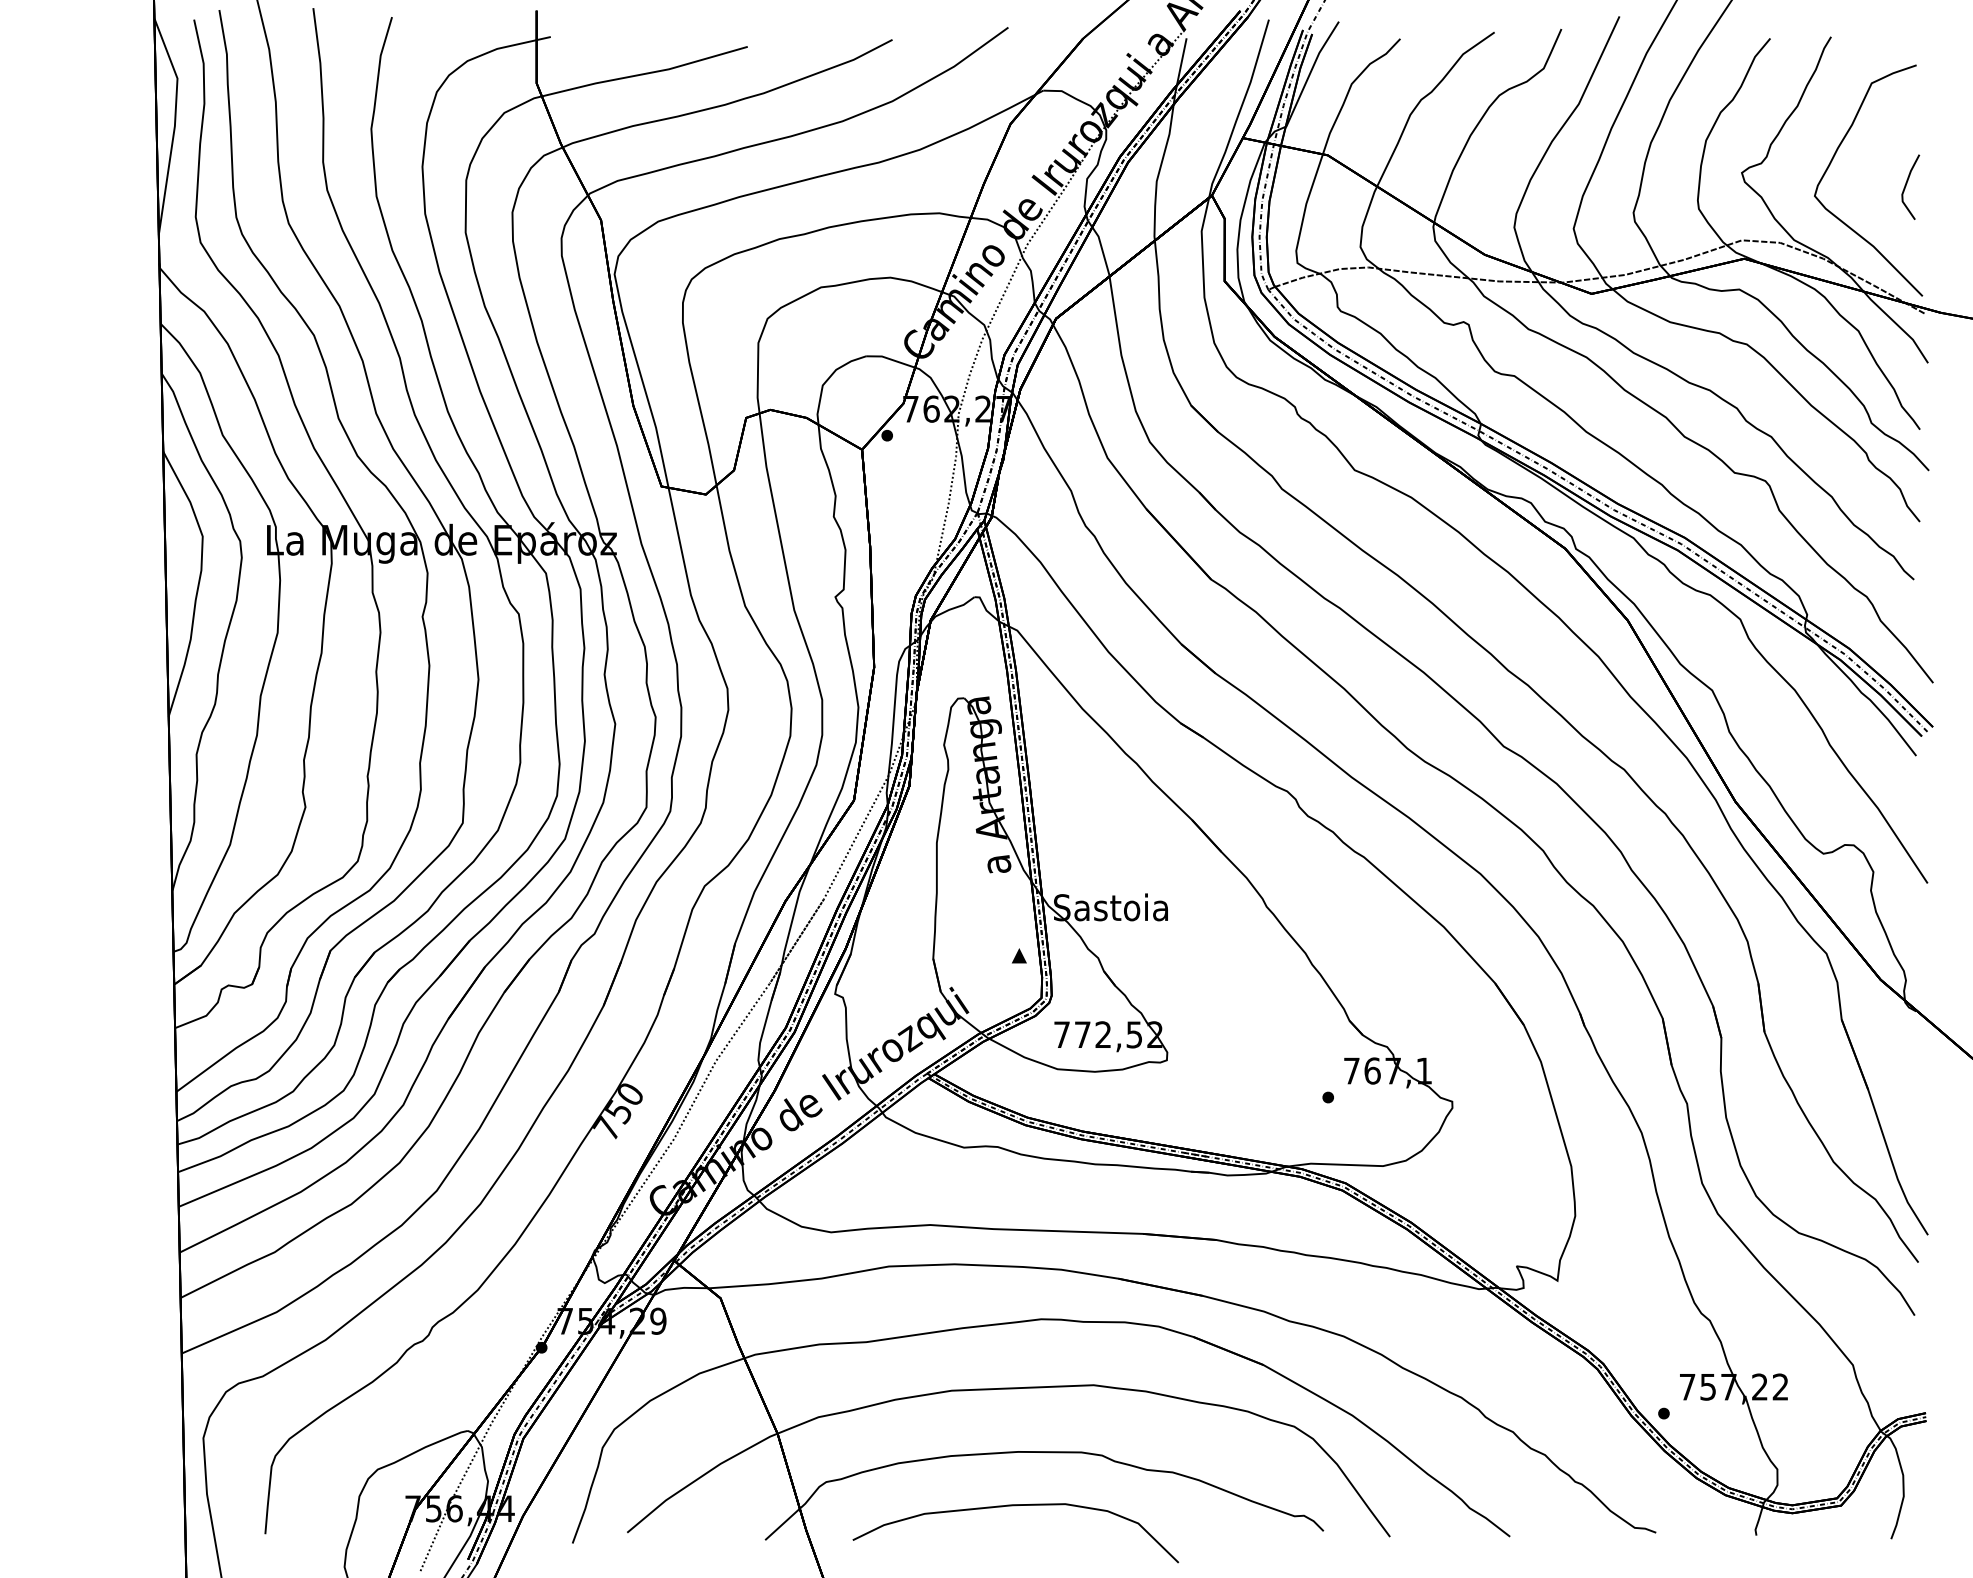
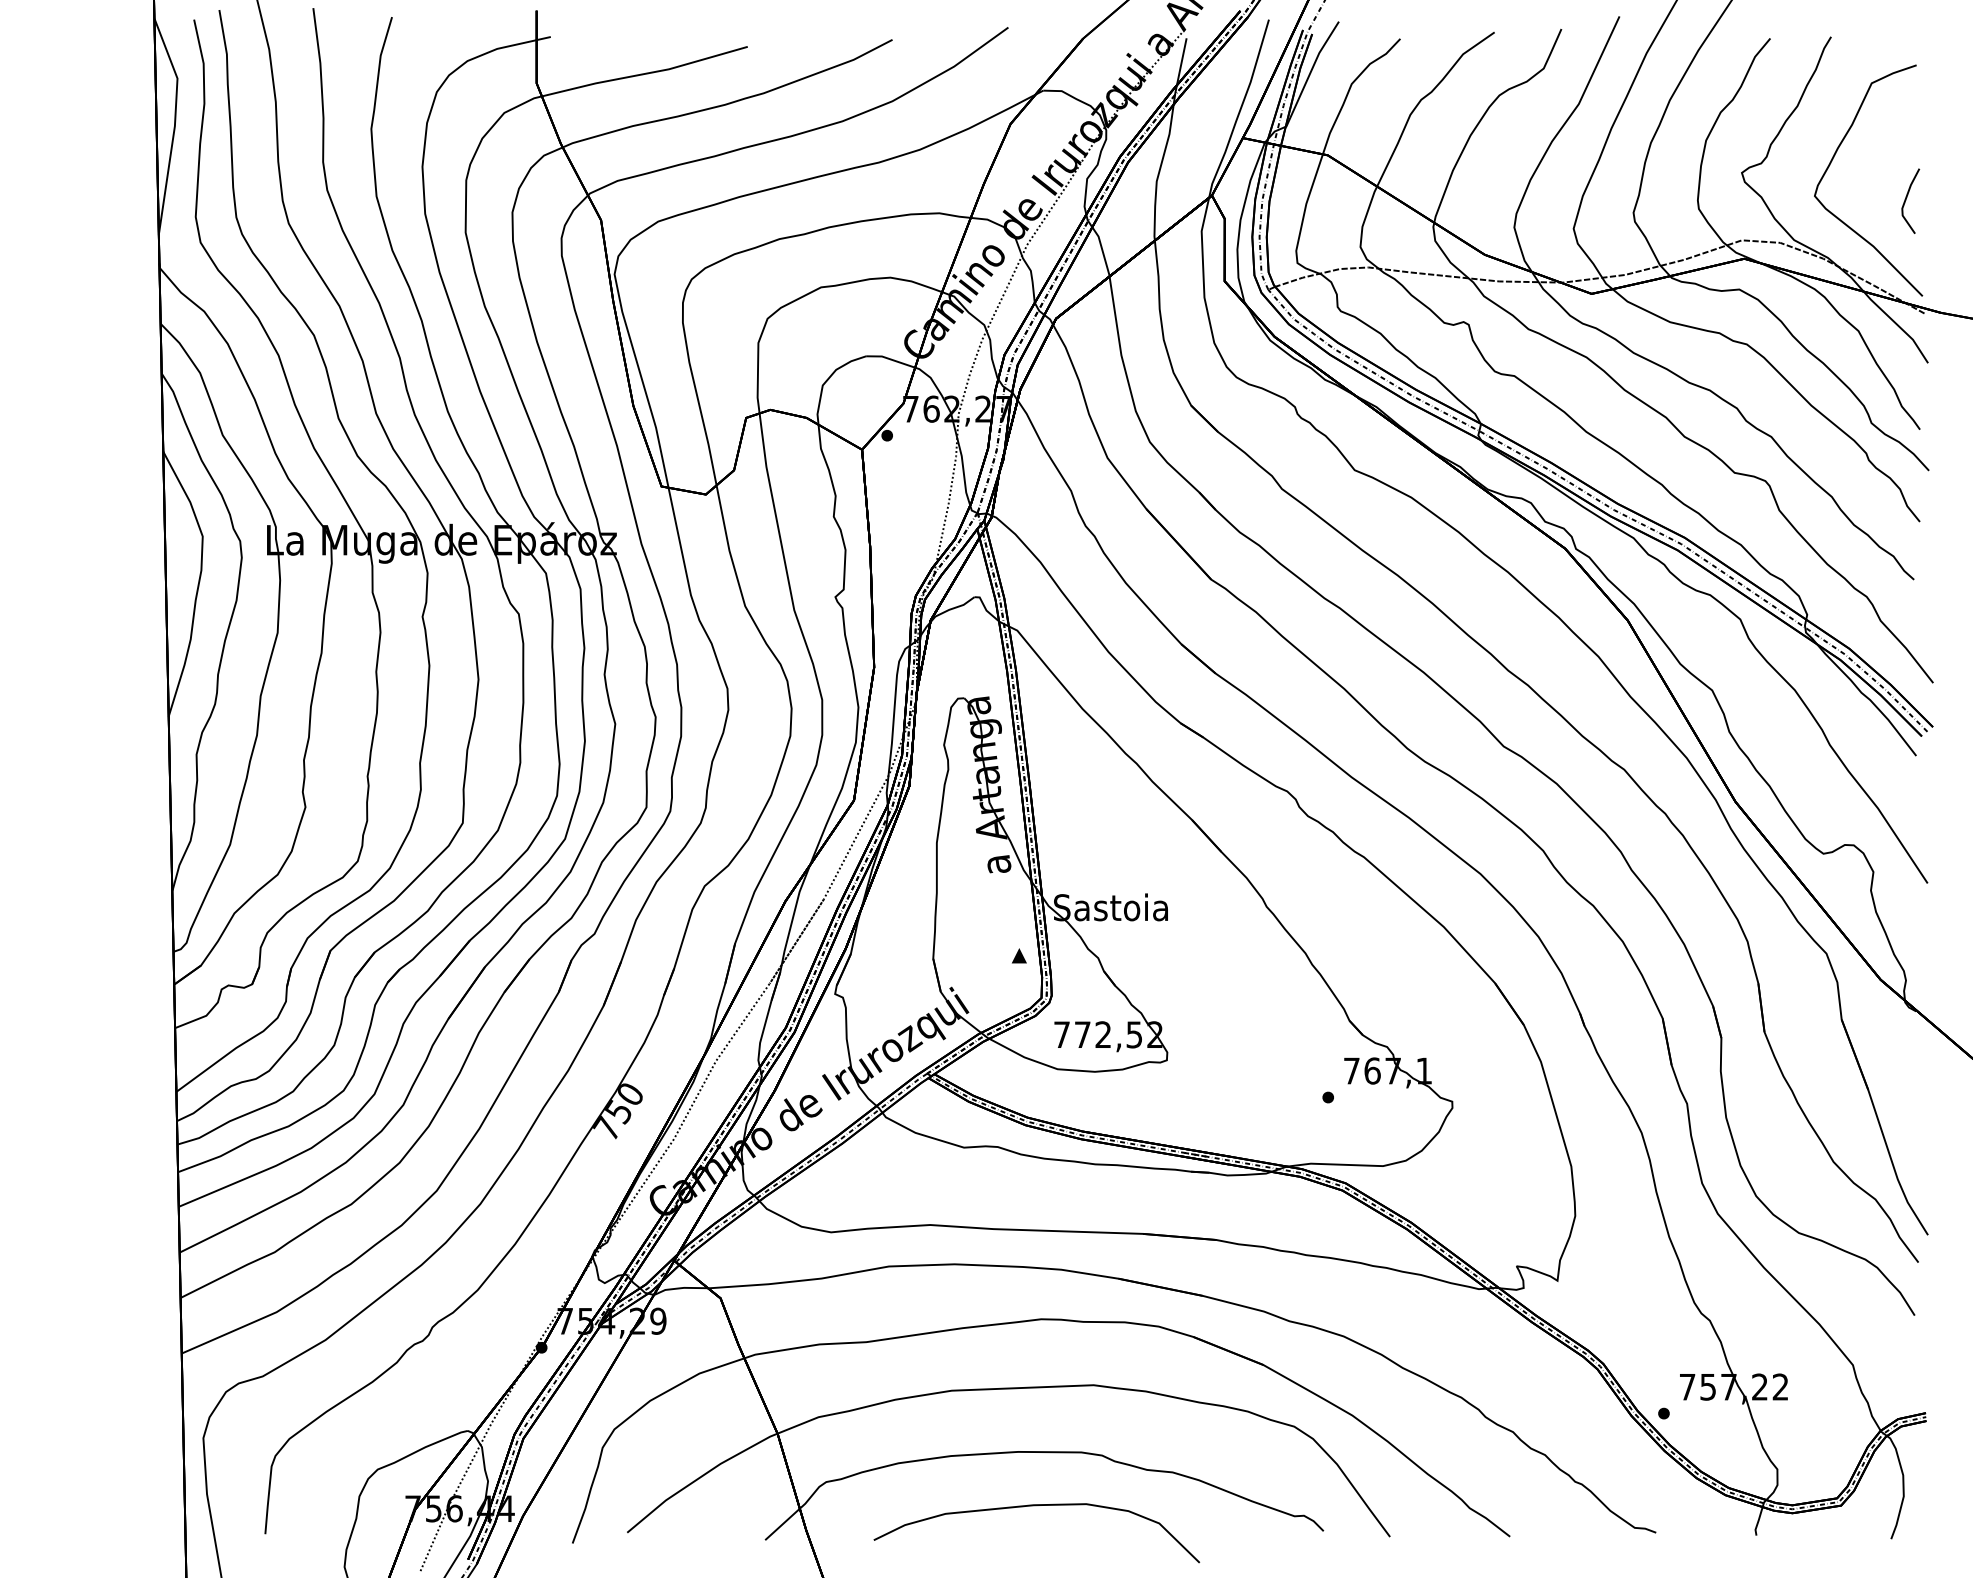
line at (1906, 186) position: (1906, 186) -> (1906, 200)
curve at (1015, 1506) position: (1015, 1506) -> (1036, 1506)
